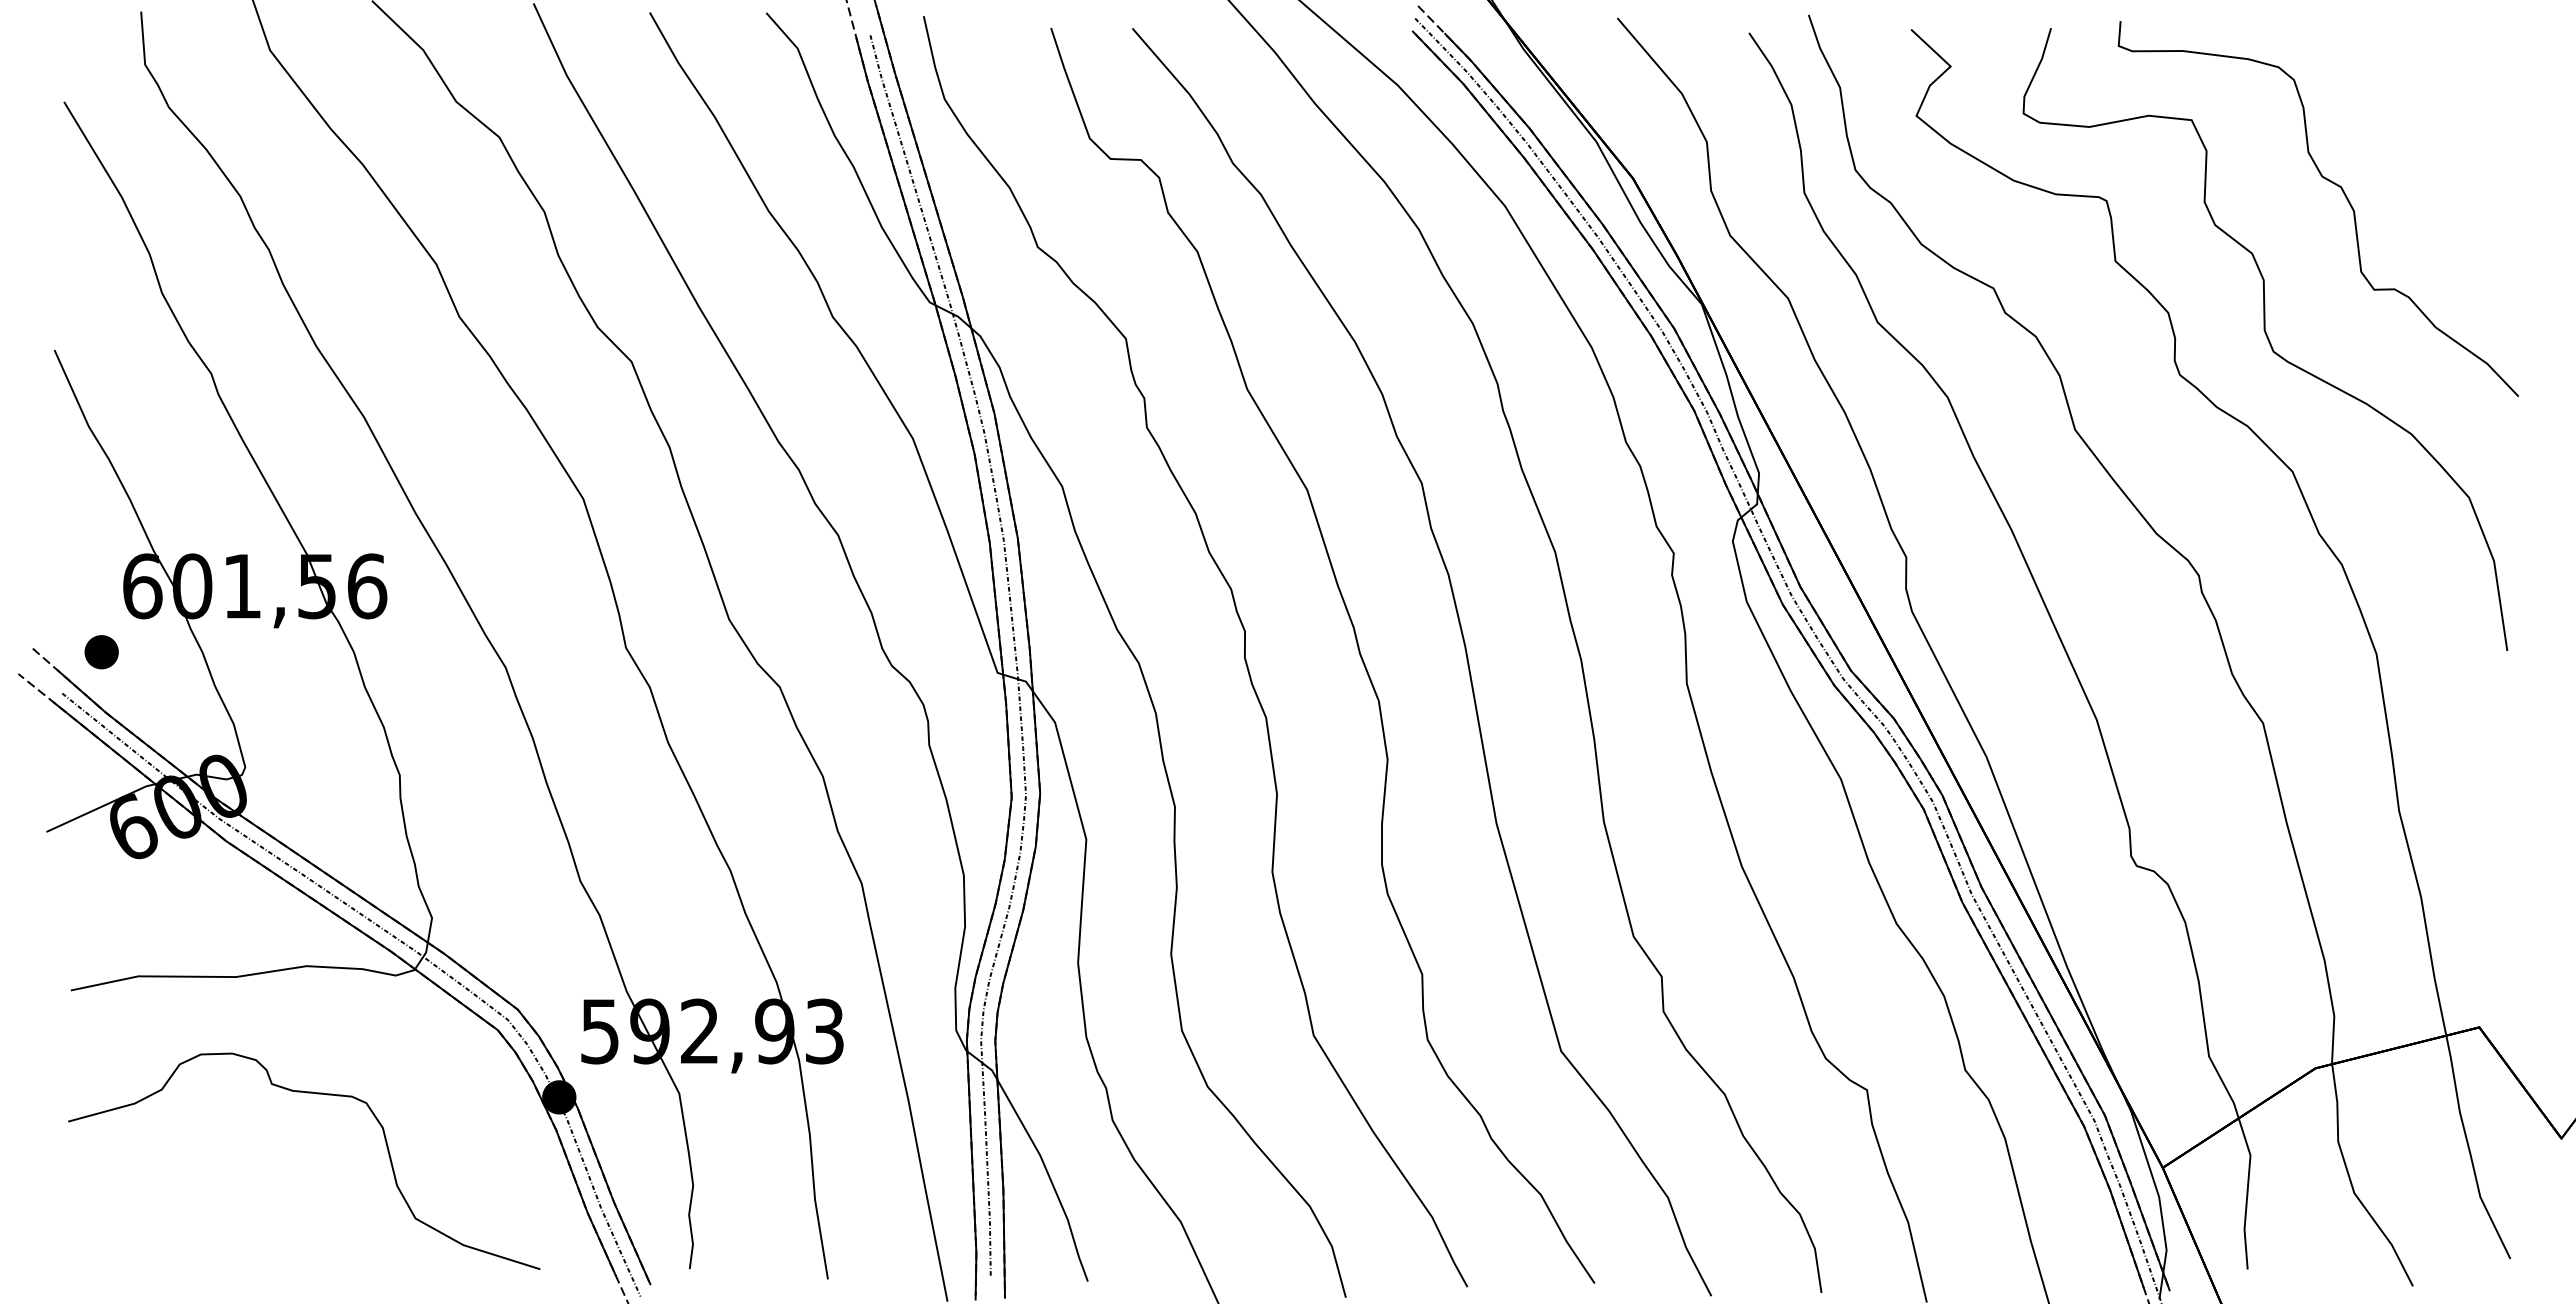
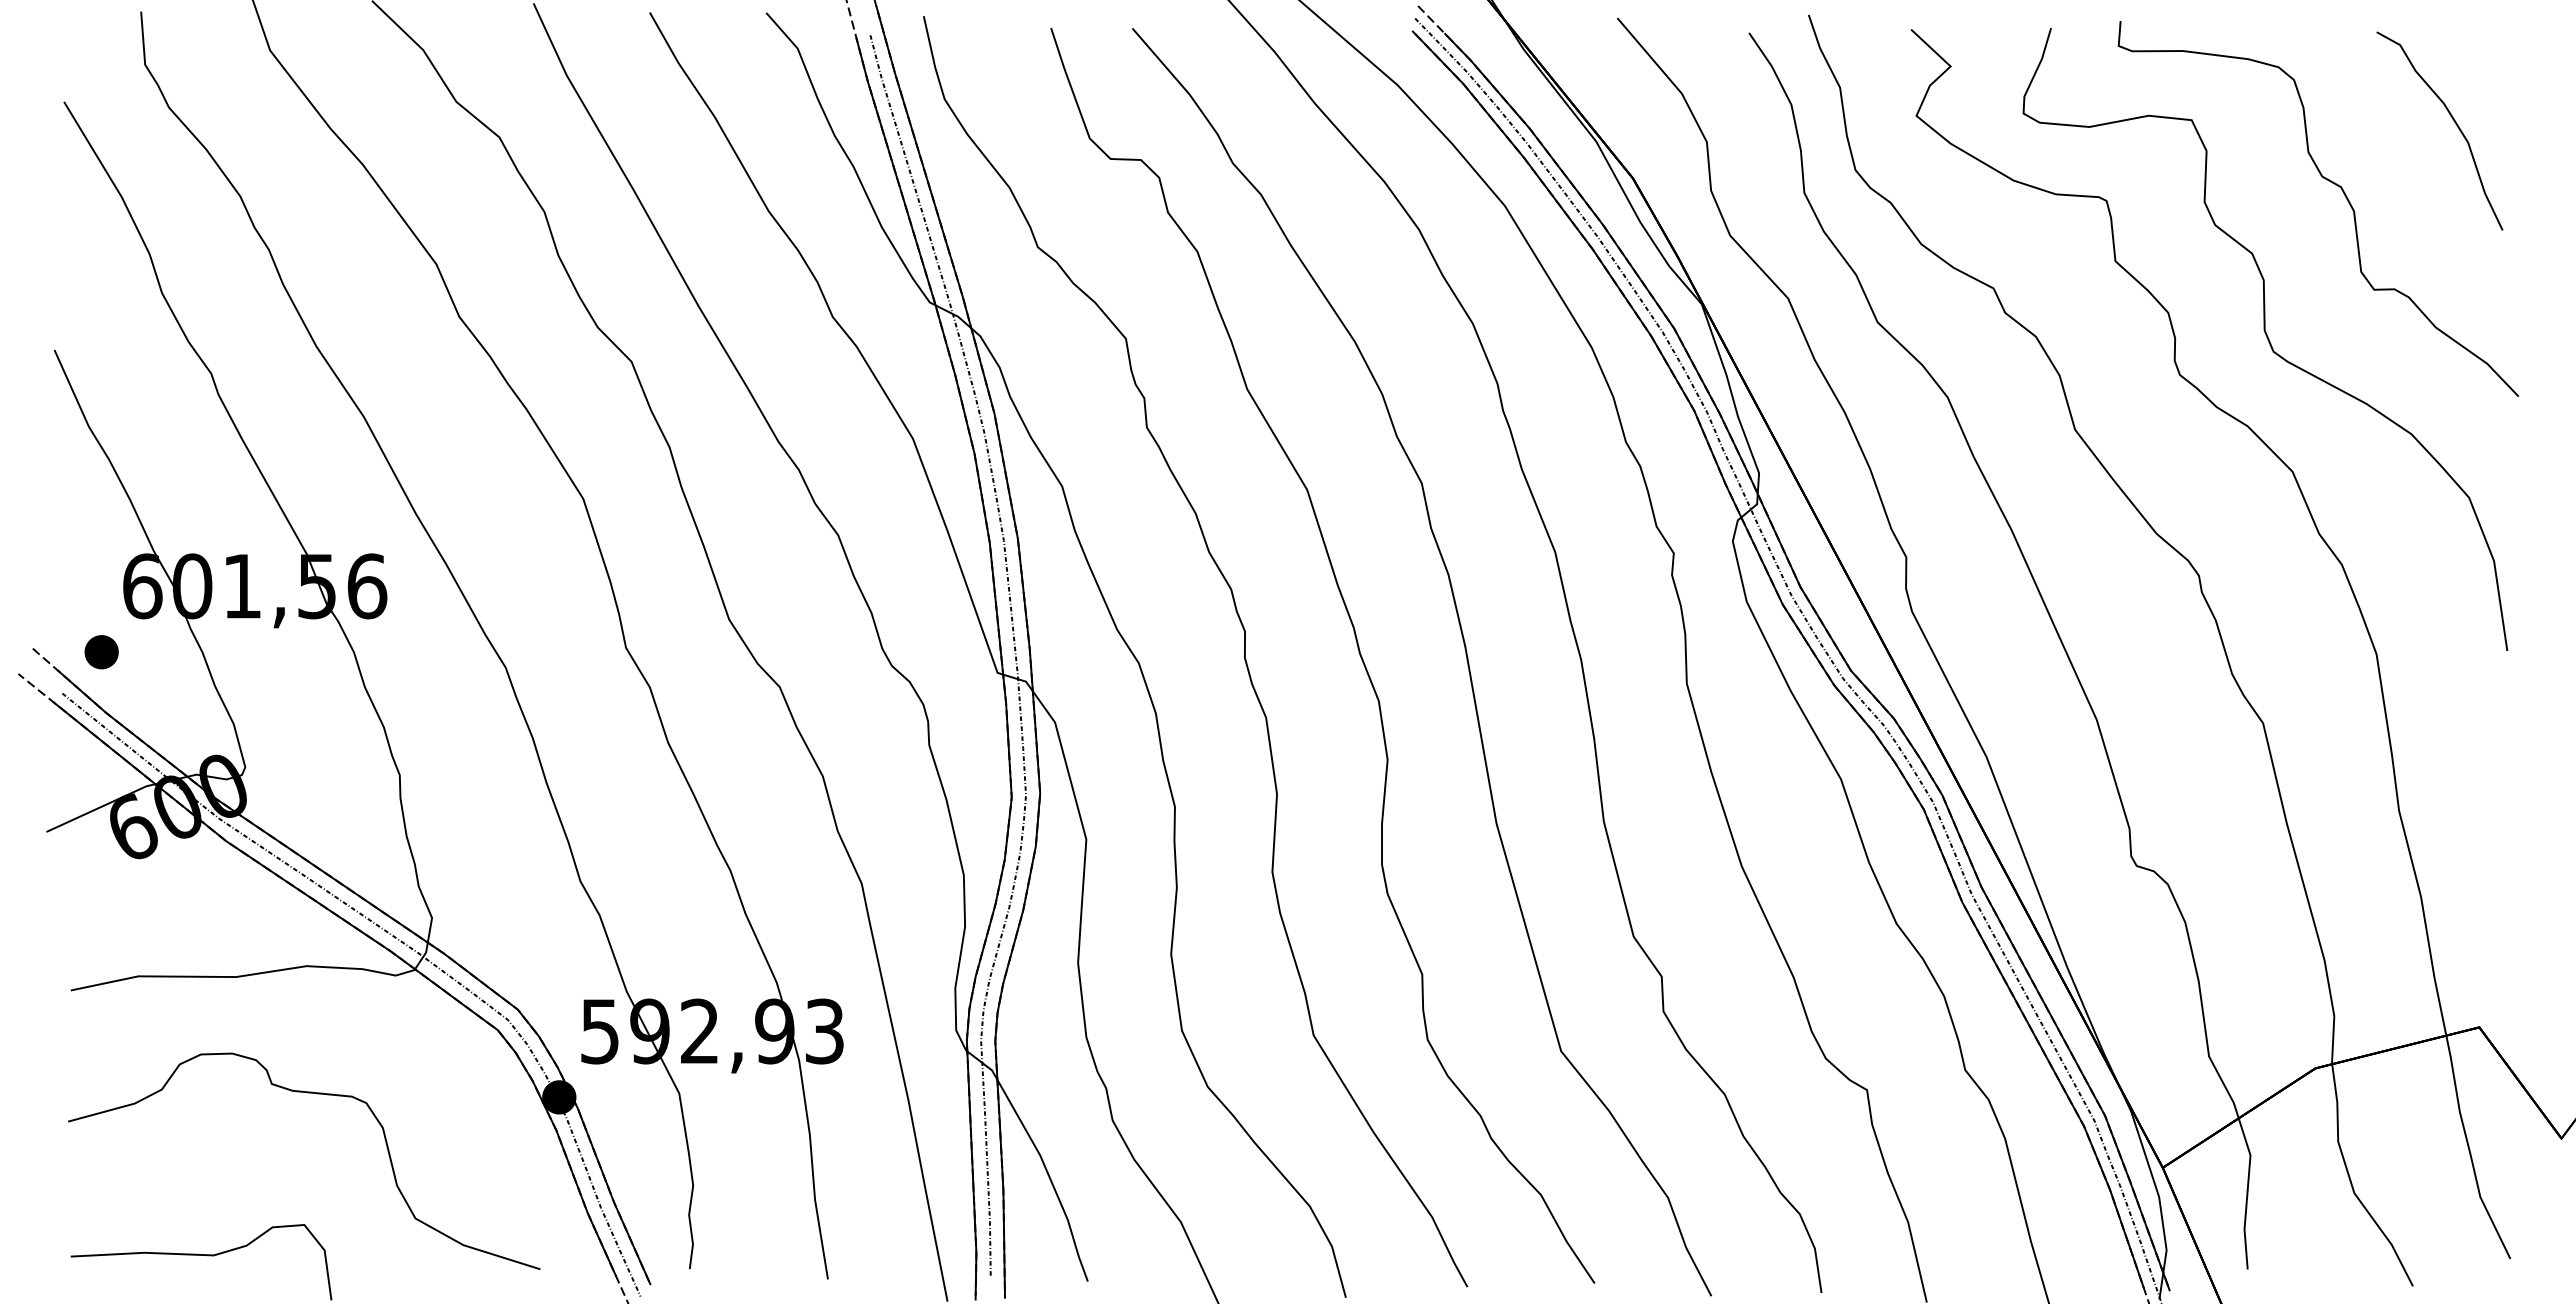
part at (2453, 121): none -> present
curve at (201, 1255): none -> present
